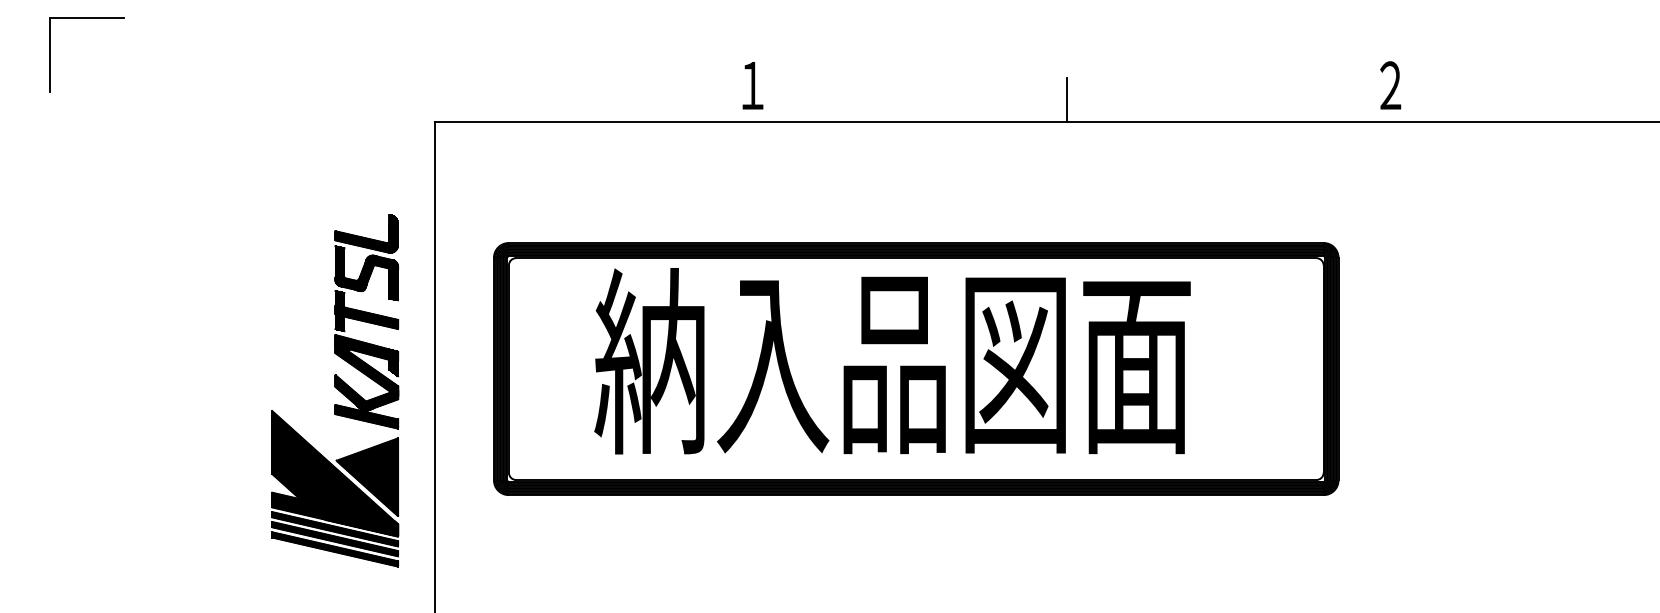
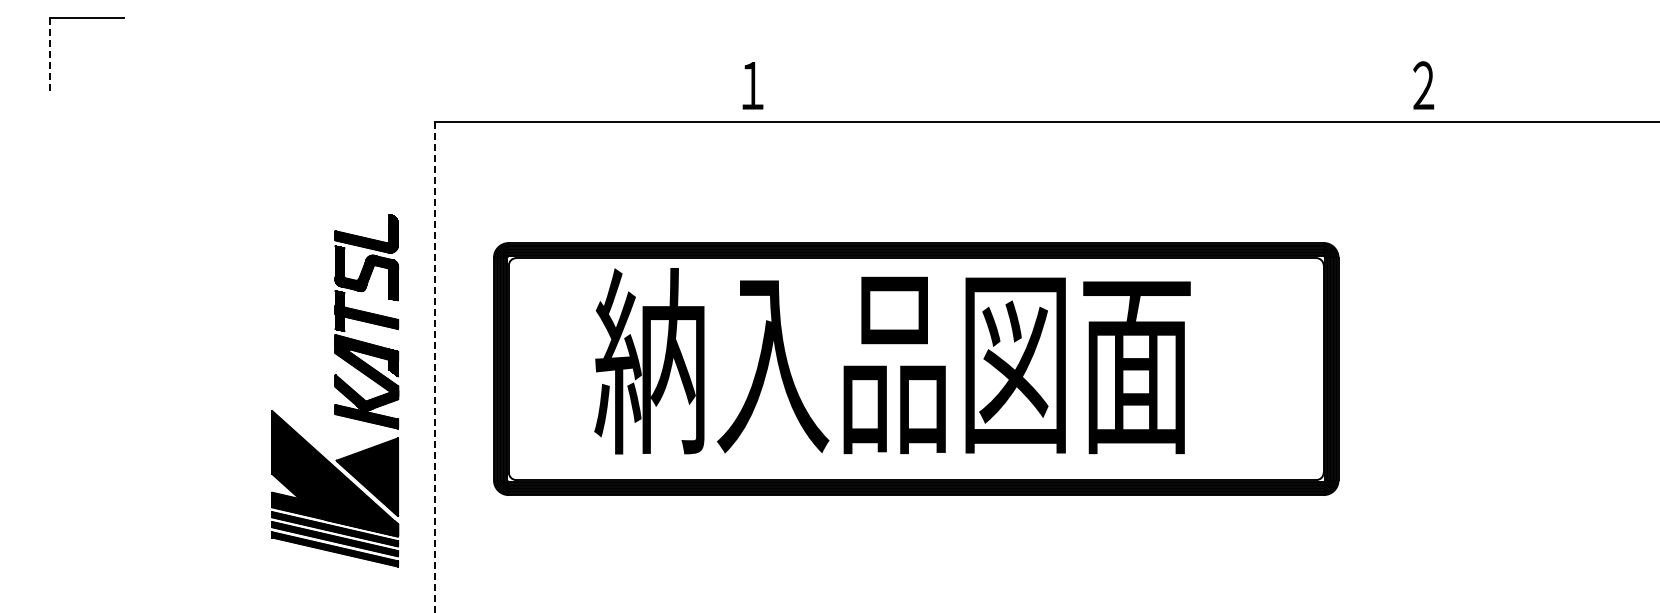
line at (49, 55): solid -> dashed
text at (1390, 85) position: (1390, 85) -> (1423, 85)
line at (1067, 99): present -> none
line at (435, 367): solid -> dashed
